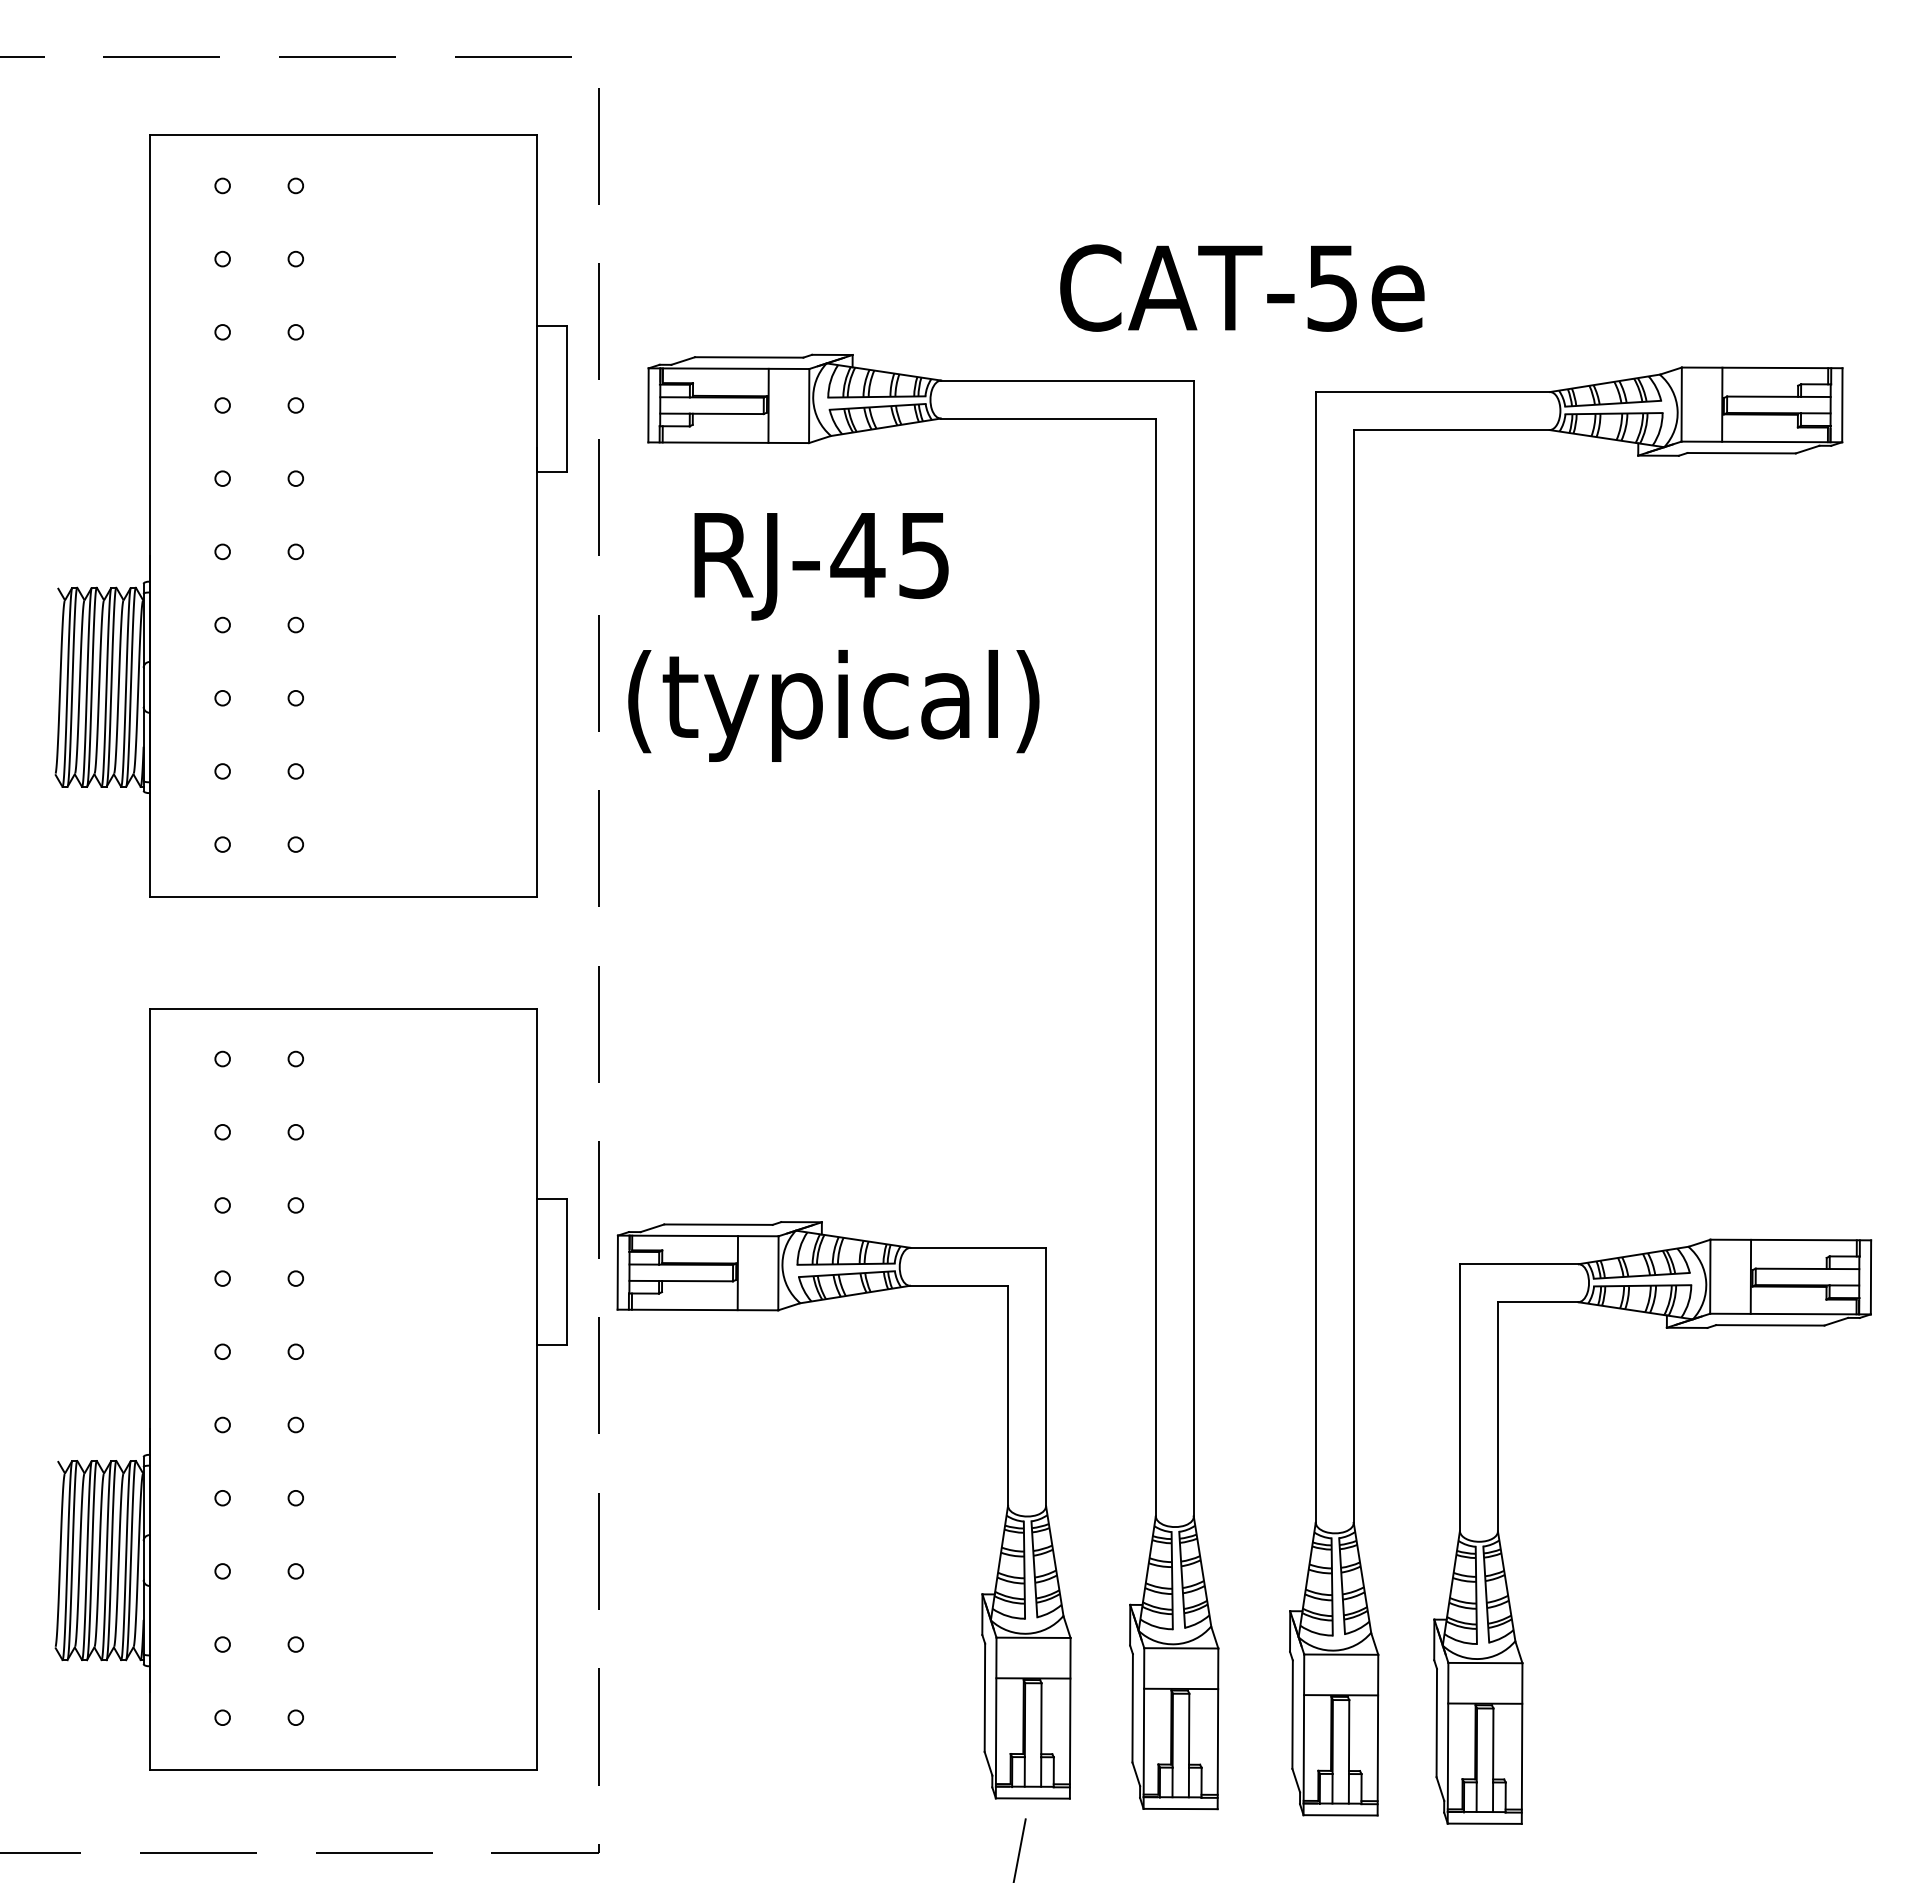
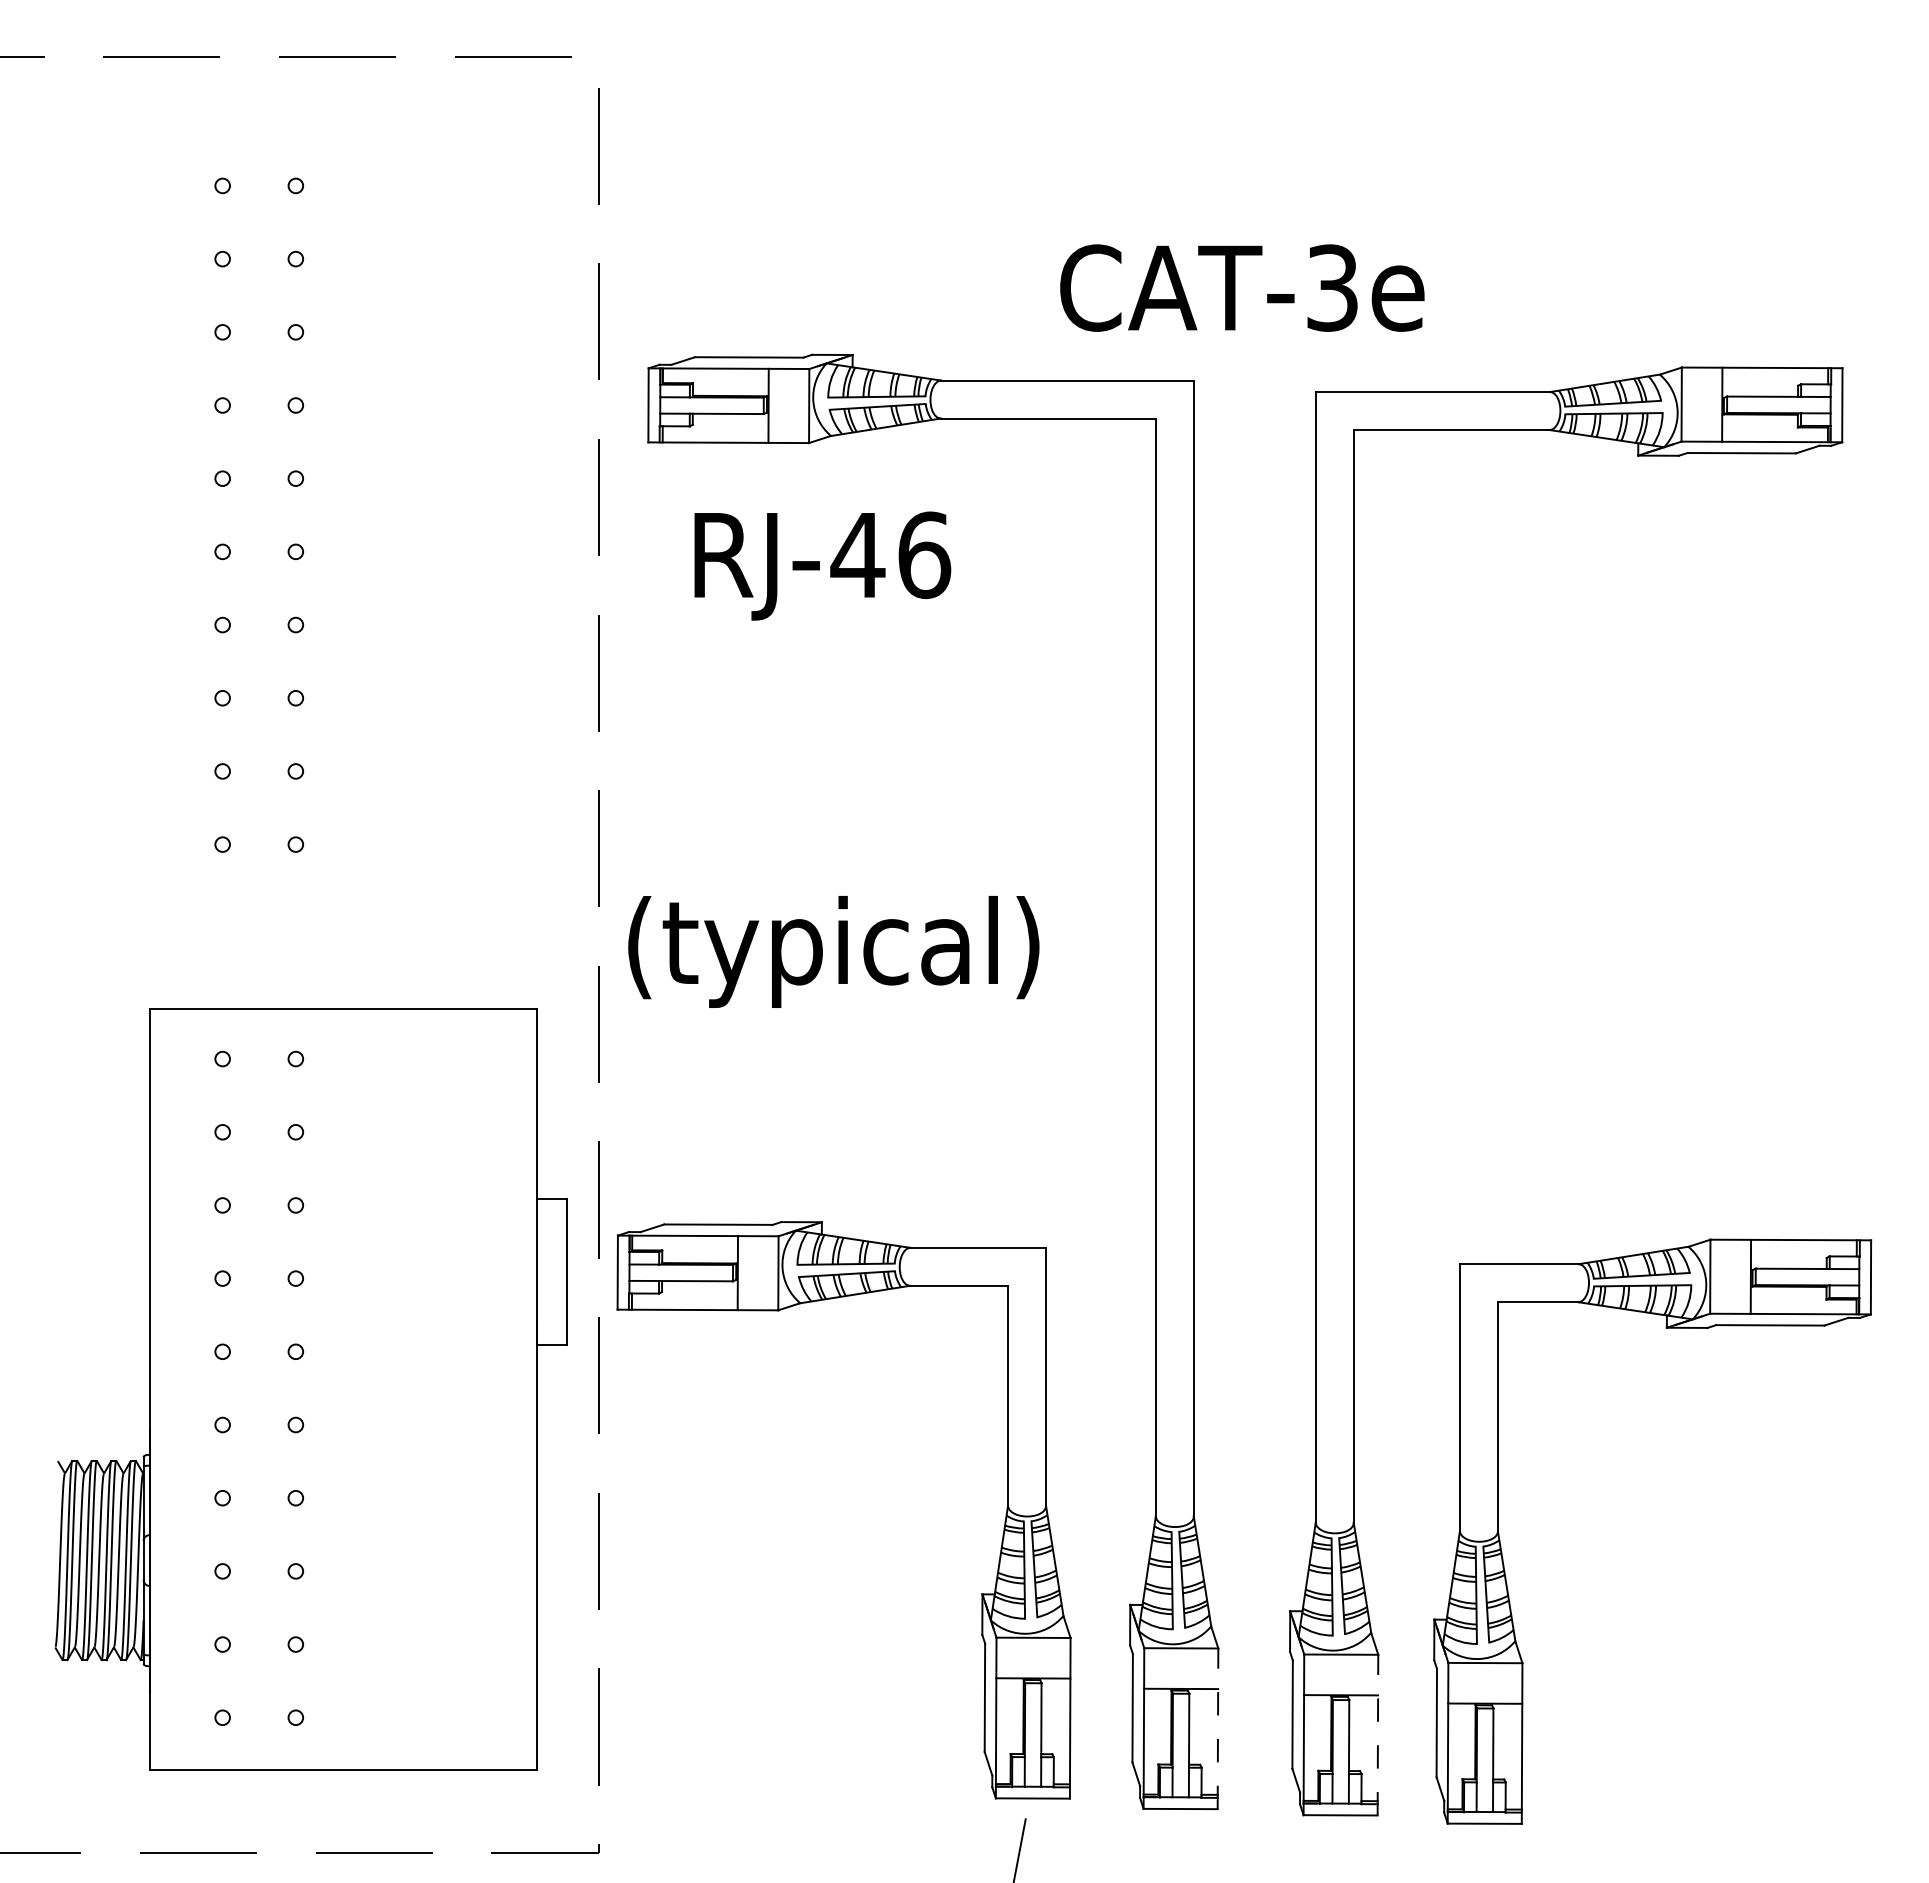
text at (1332, 287): CAT-5e -> CAT-3e
part at (310, 515): present -> none
text at (924, 555): RJ-45 -> RJ-46
text at (833, 705) position: (833, 705) -> (833, 951)
line at (1218, 1728): solid -> dashed
line at (1377, 1734): solid -> dashed
